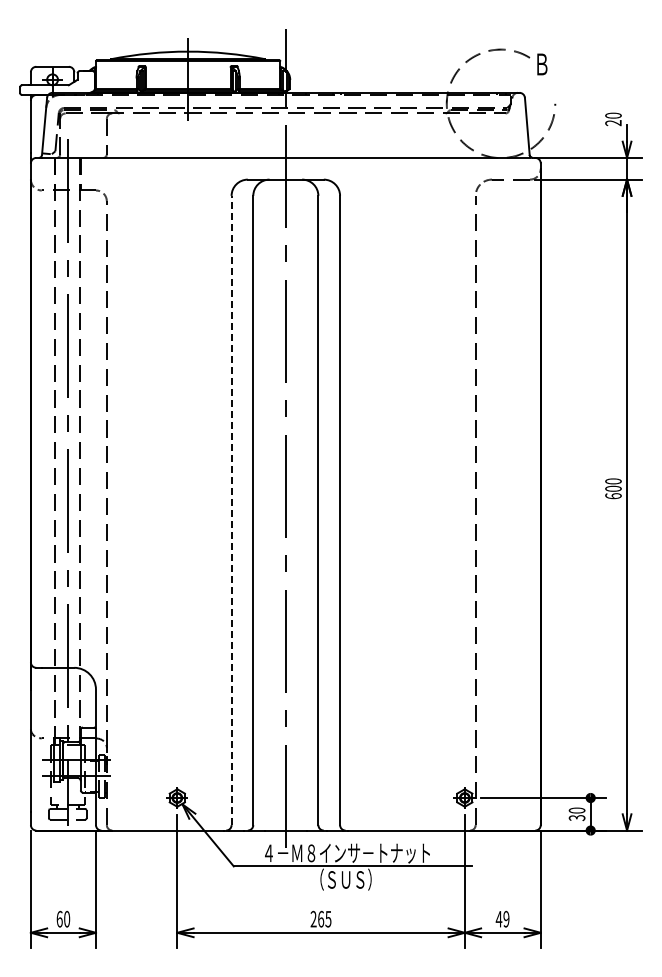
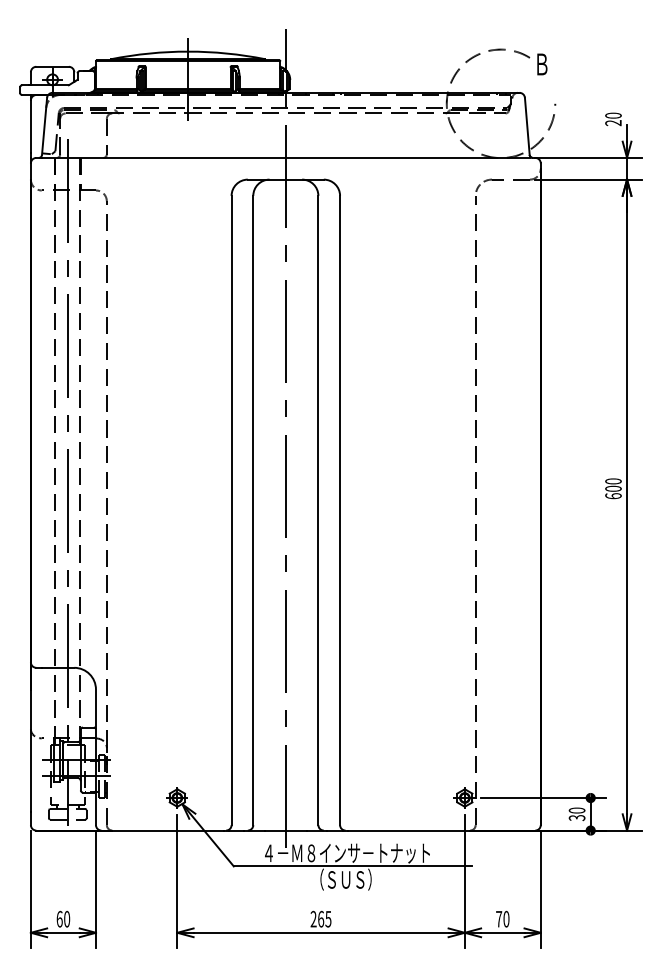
line at (231, 510): dashed -> solid
text at (502, 919): 49 -> 70
